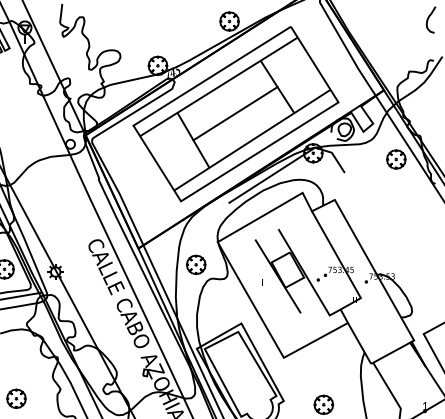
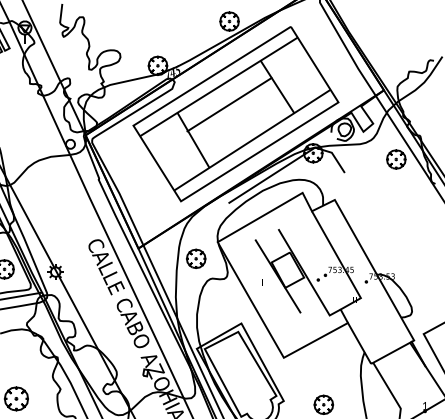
curve at (429, 18): present -> none
line at (235, 113) position: (235, 113) -> (229, 104)
part at (196, 264) position: (196, 264) -> (196, 258)
part at (16, 398) size: 21x21 px -> 26x26 px
